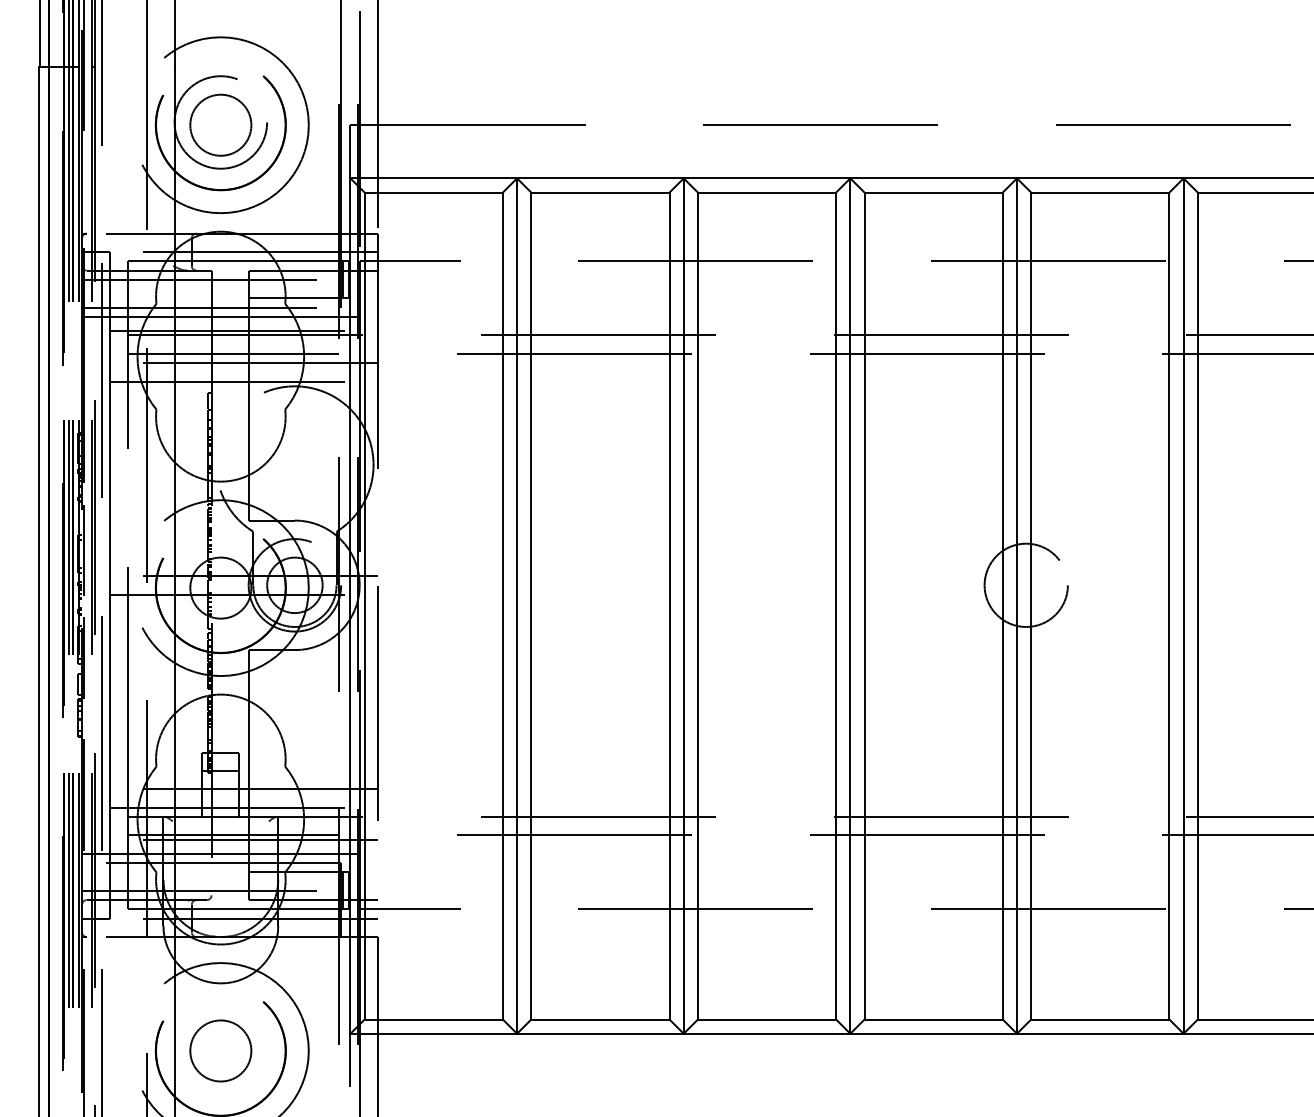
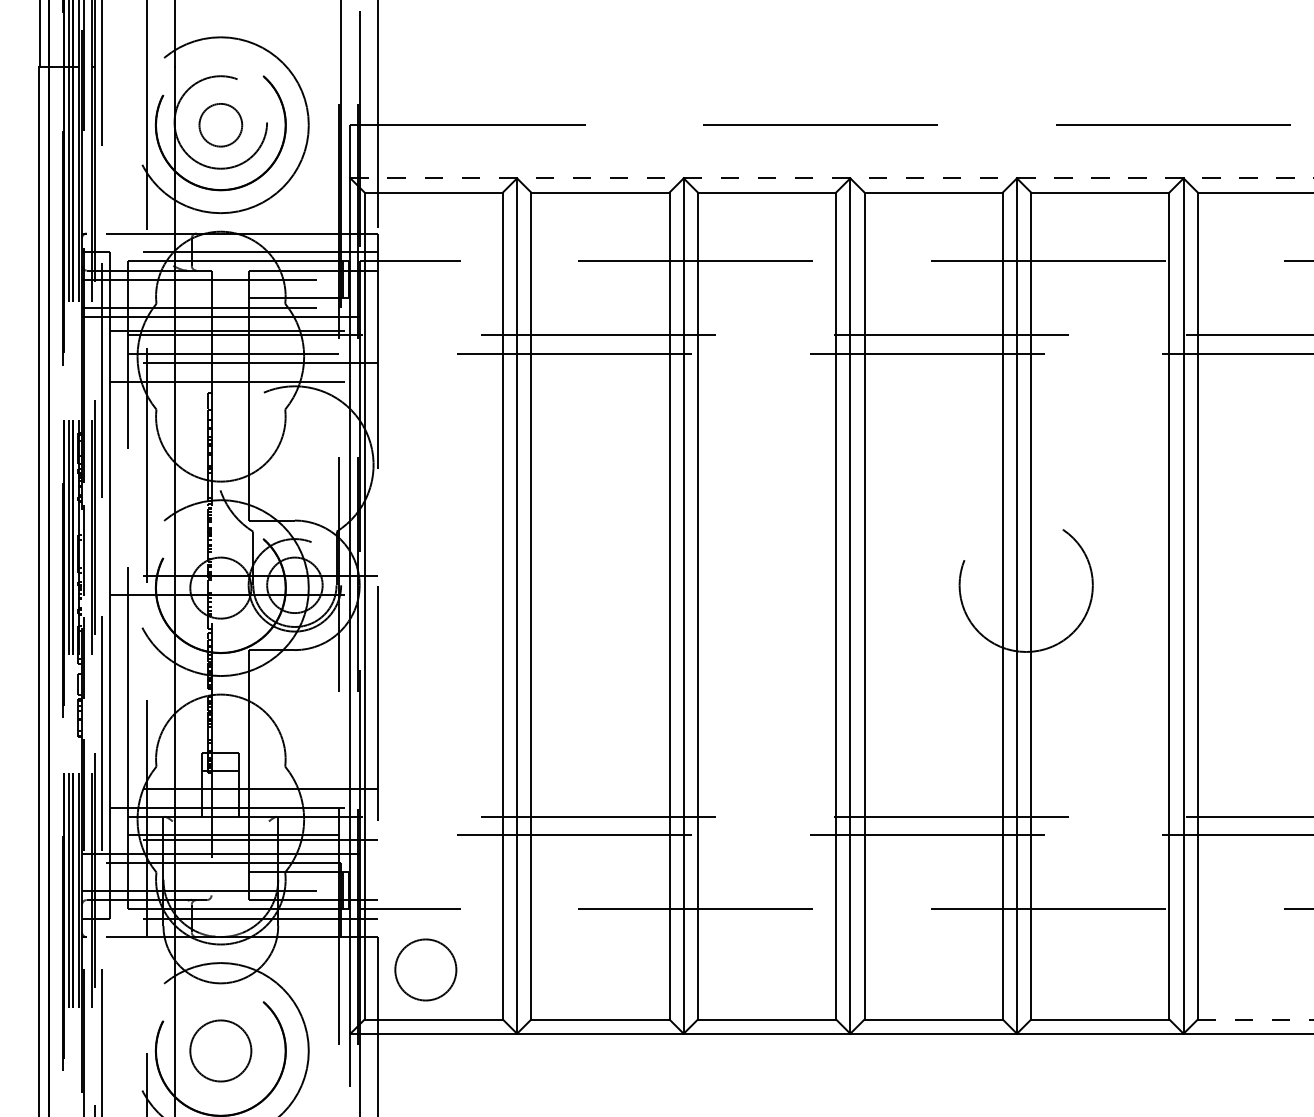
circle at (220, 124) diameter: 61 px -> 43 px
line at (832, 178): solid -> dashed
circle at (1025, 585) diameter: 83 px -> 133 px
circle at (425, 969): none -> present
line at (1255, 1019): solid -> dashed
